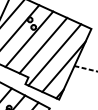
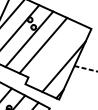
line at (54, 54): present -> none
